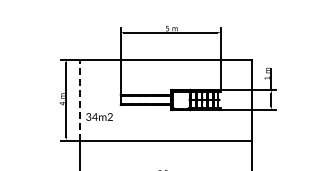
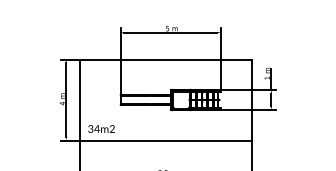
line at (80, 99): dashed -> solid
text at (99, 116) position: (99, 116) -> (101, 128)
